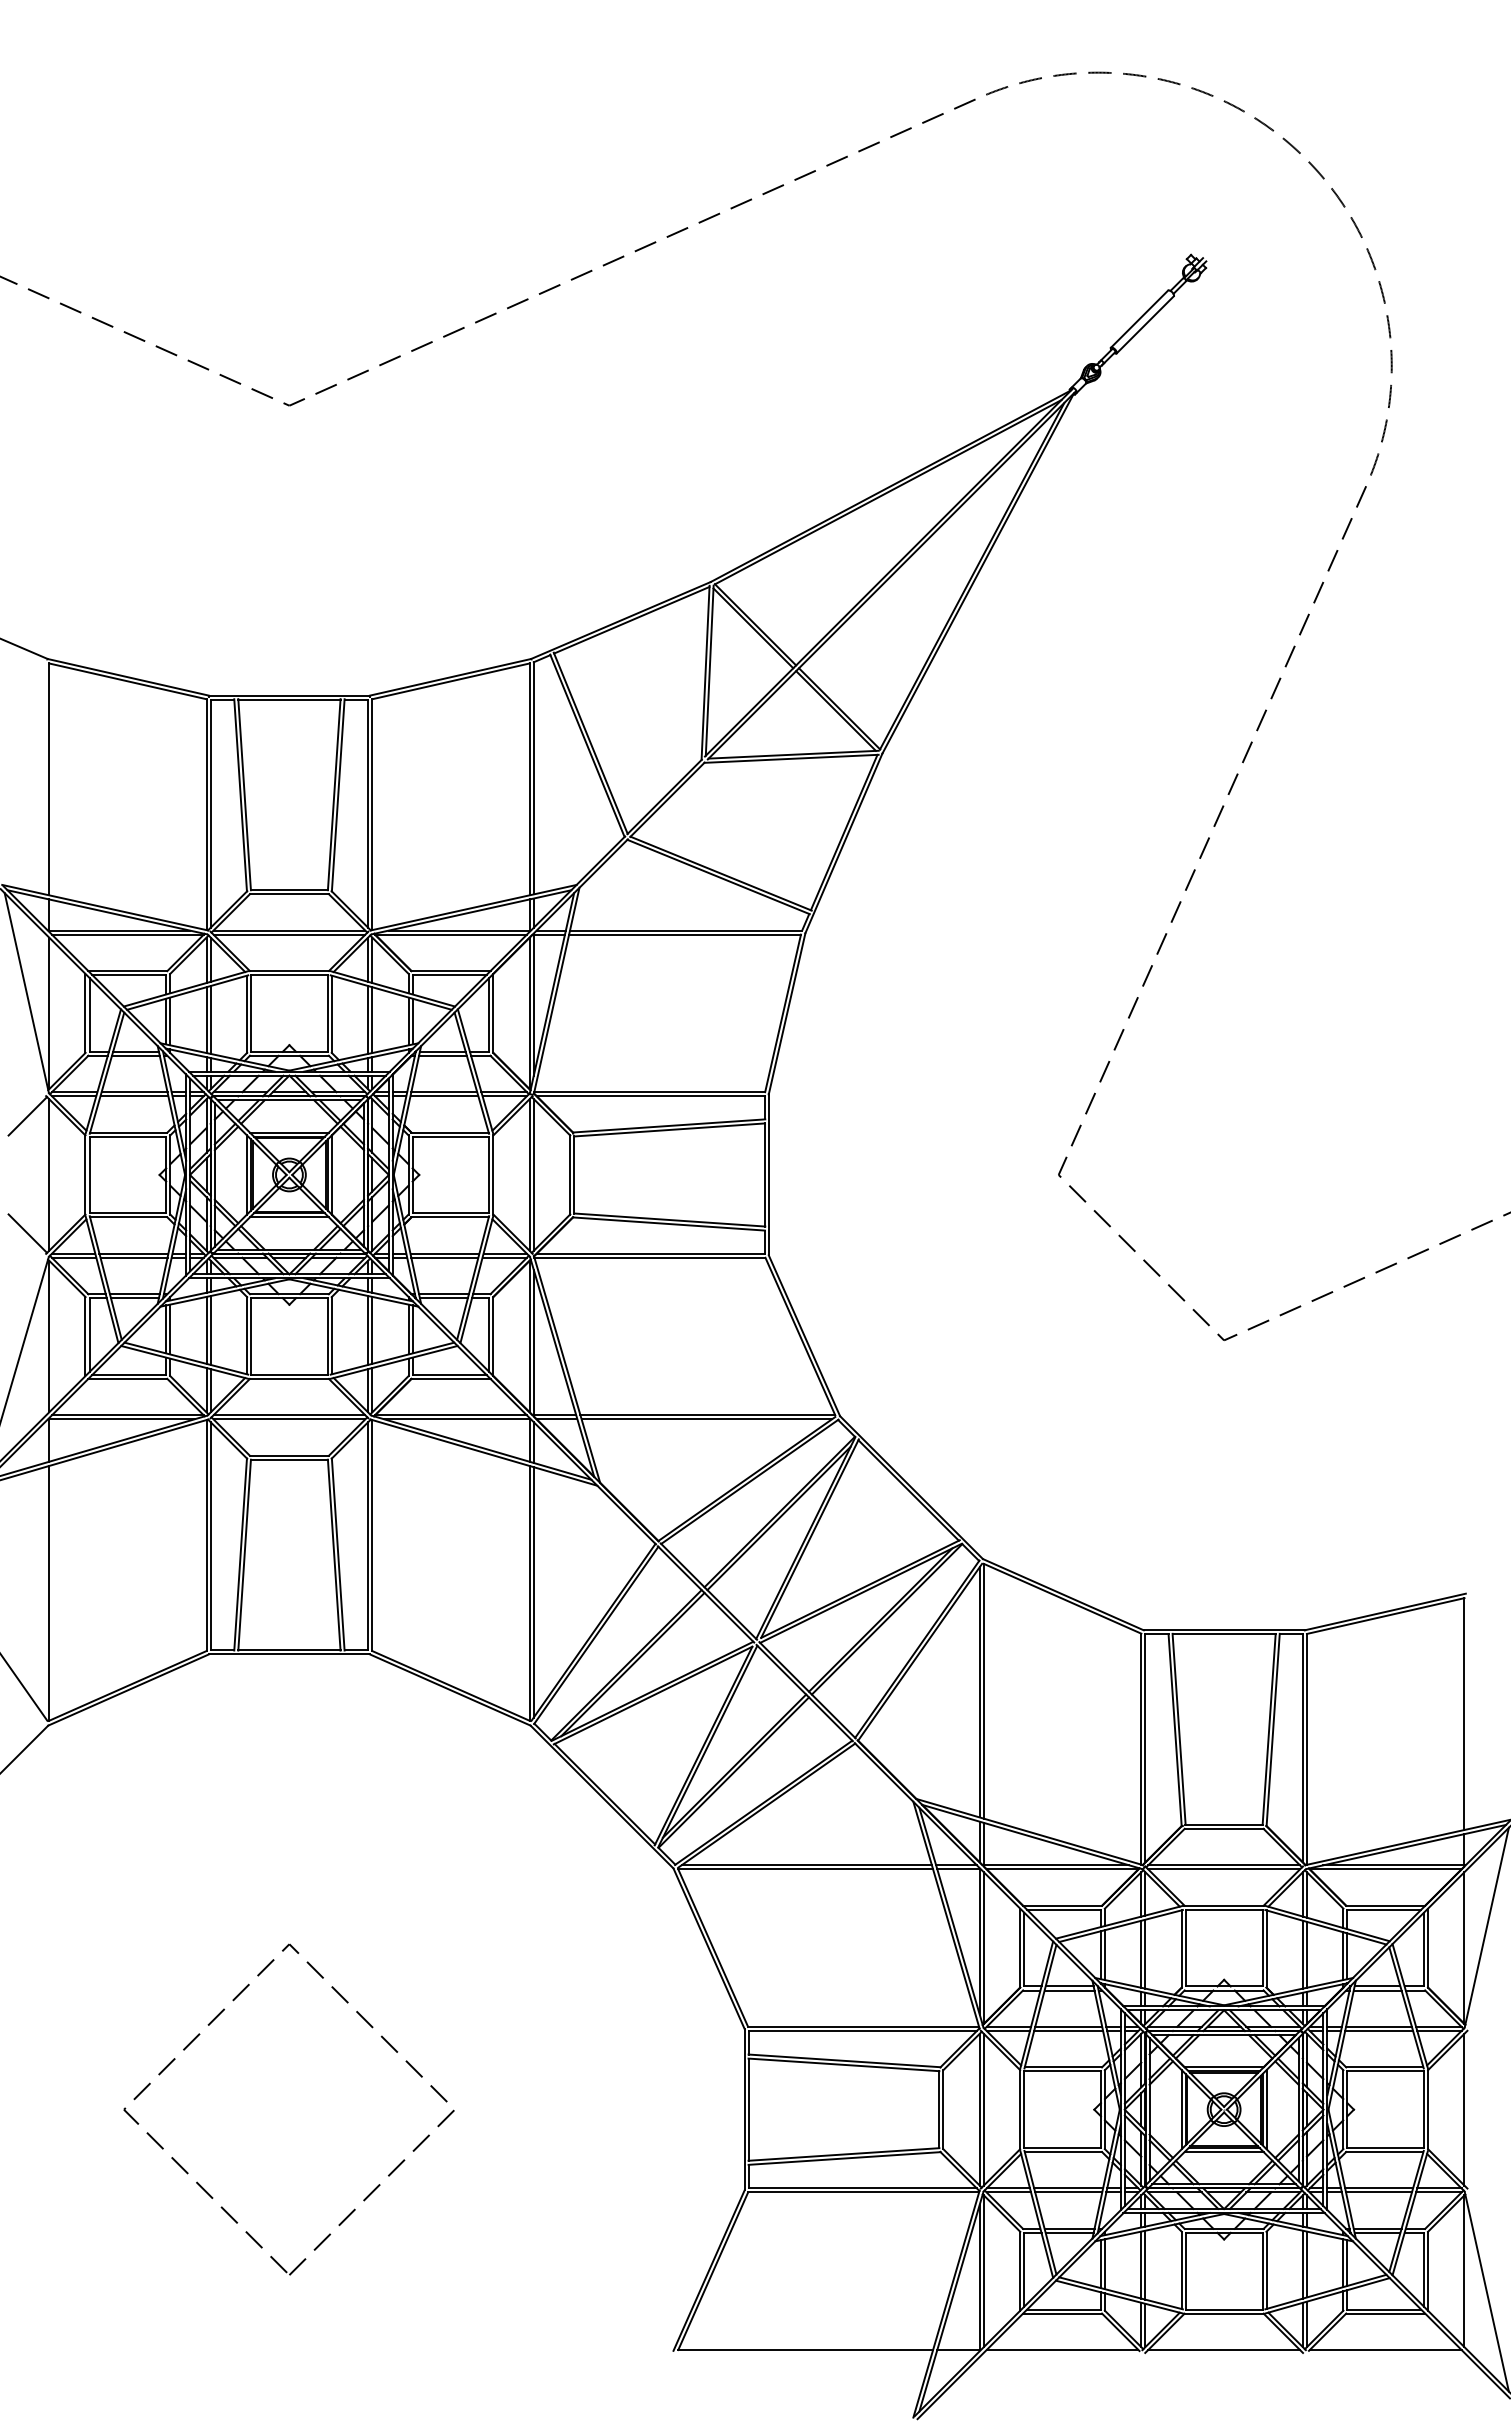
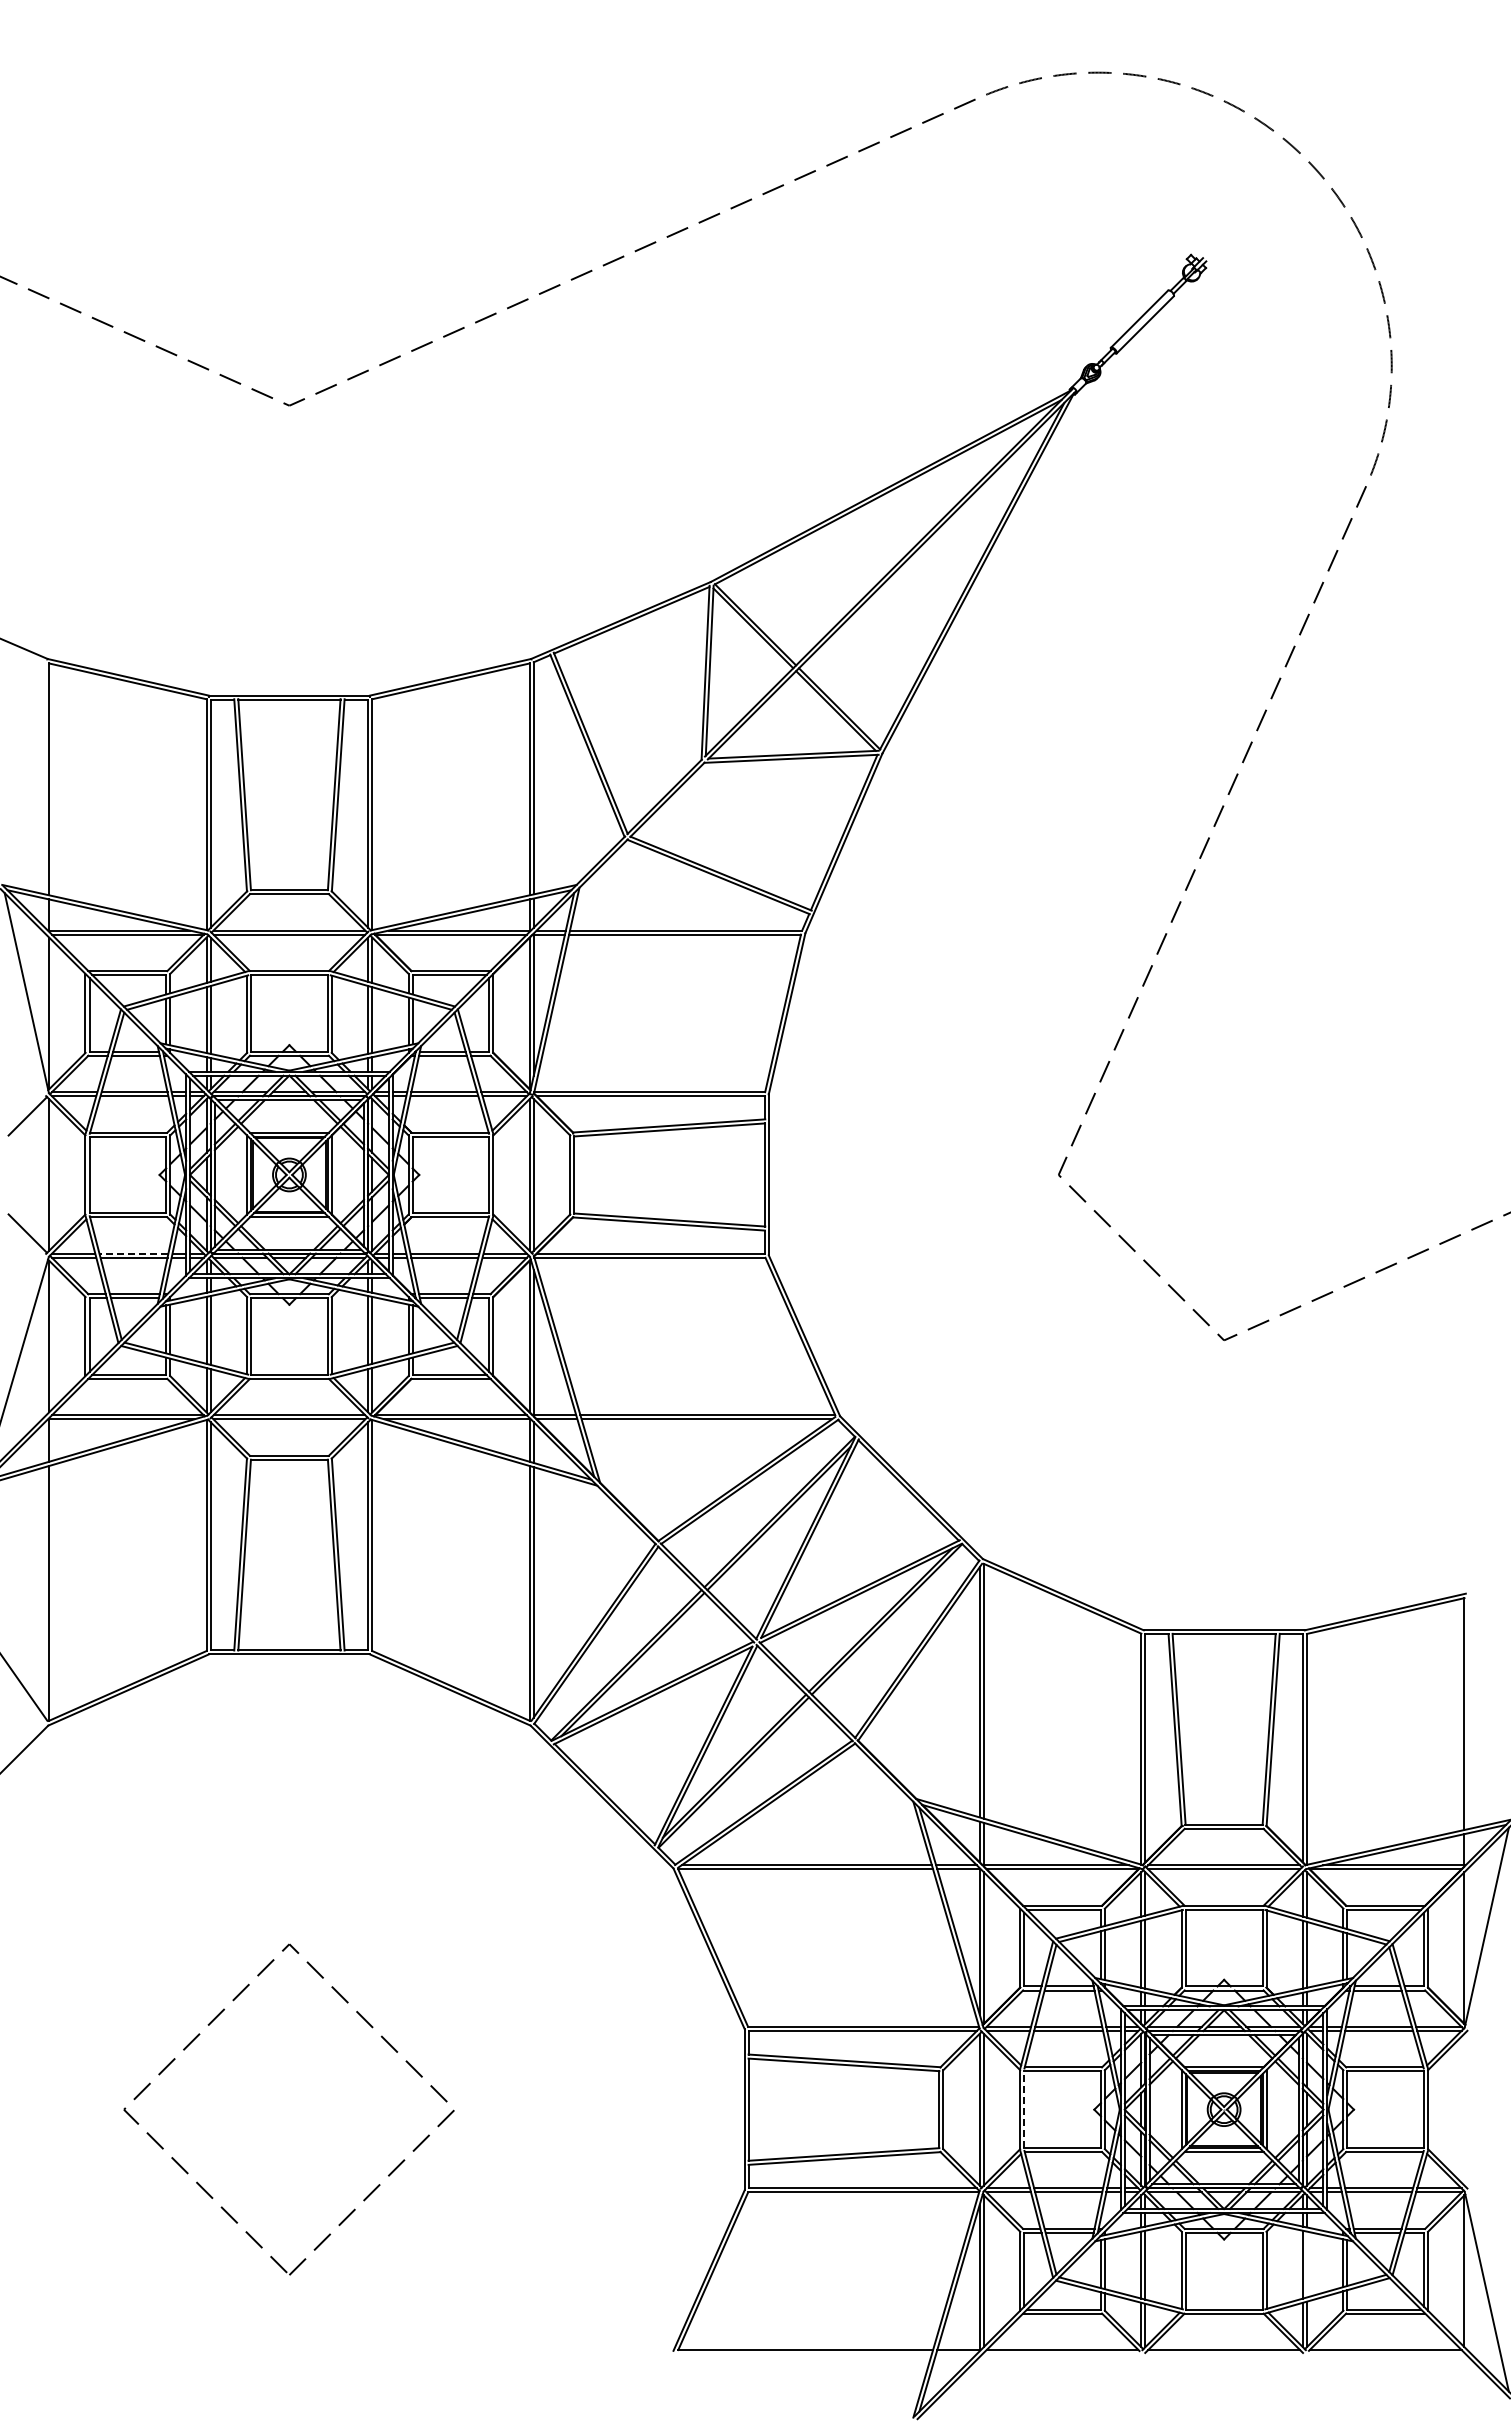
line at (133, 1253): solid -> dashed
line at (1024, 2109): solid -> dashed
line at (1464, 2109): present -> none
line at (1306, 2264): present -> none
